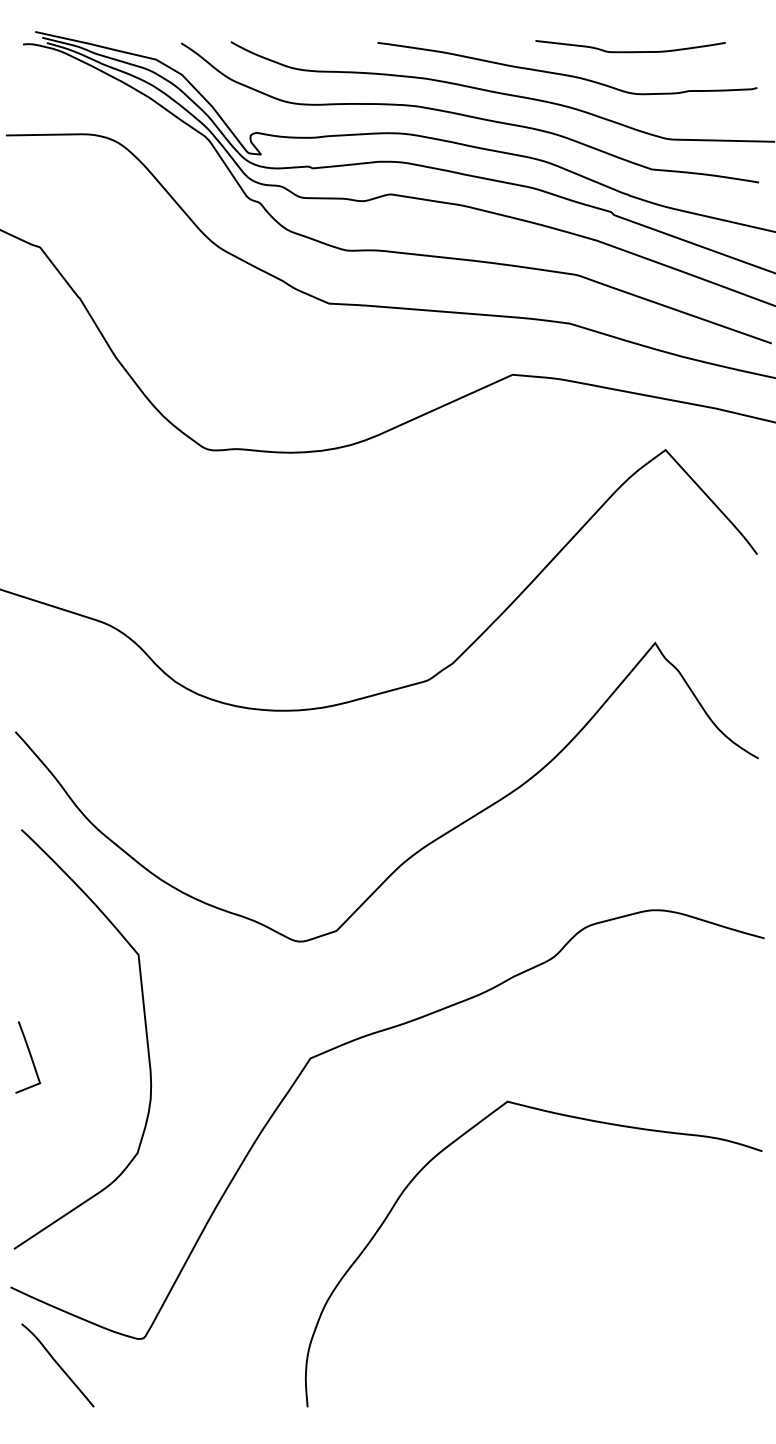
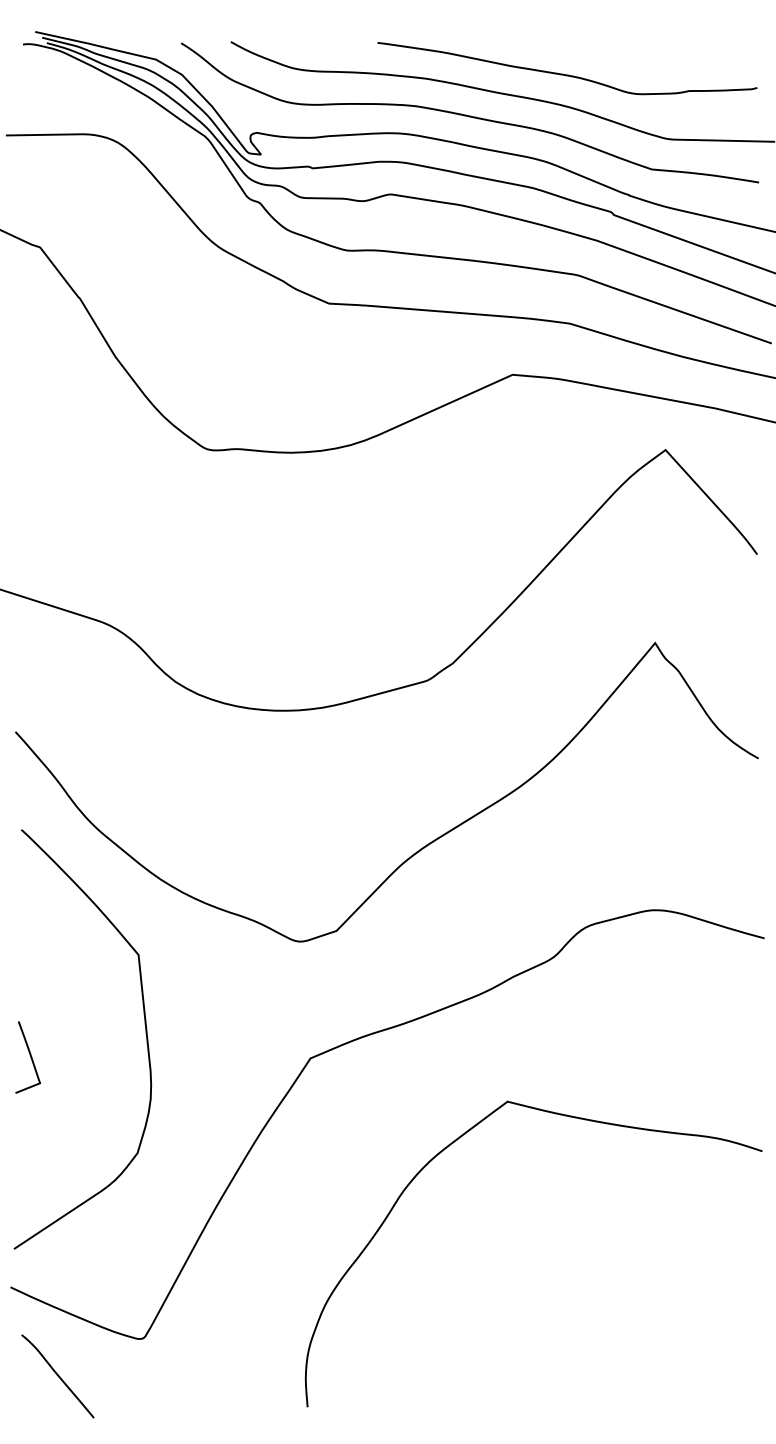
curve at (630, 51): present -> none
curve at (57, 1365) position: (57, 1365) -> (57, 1376)
